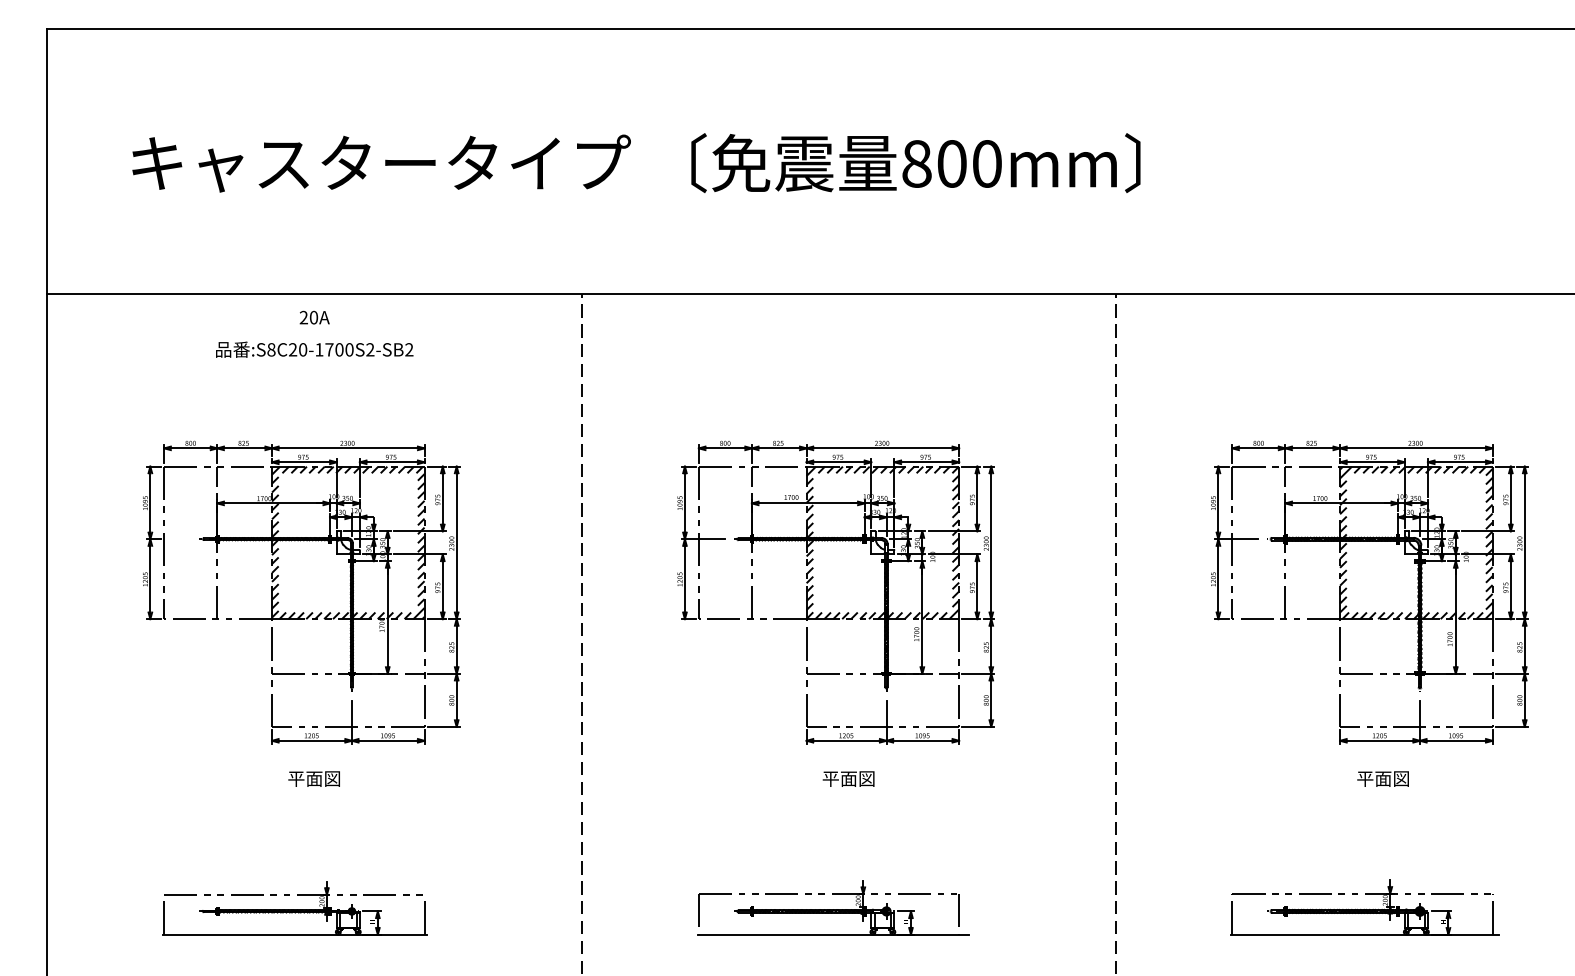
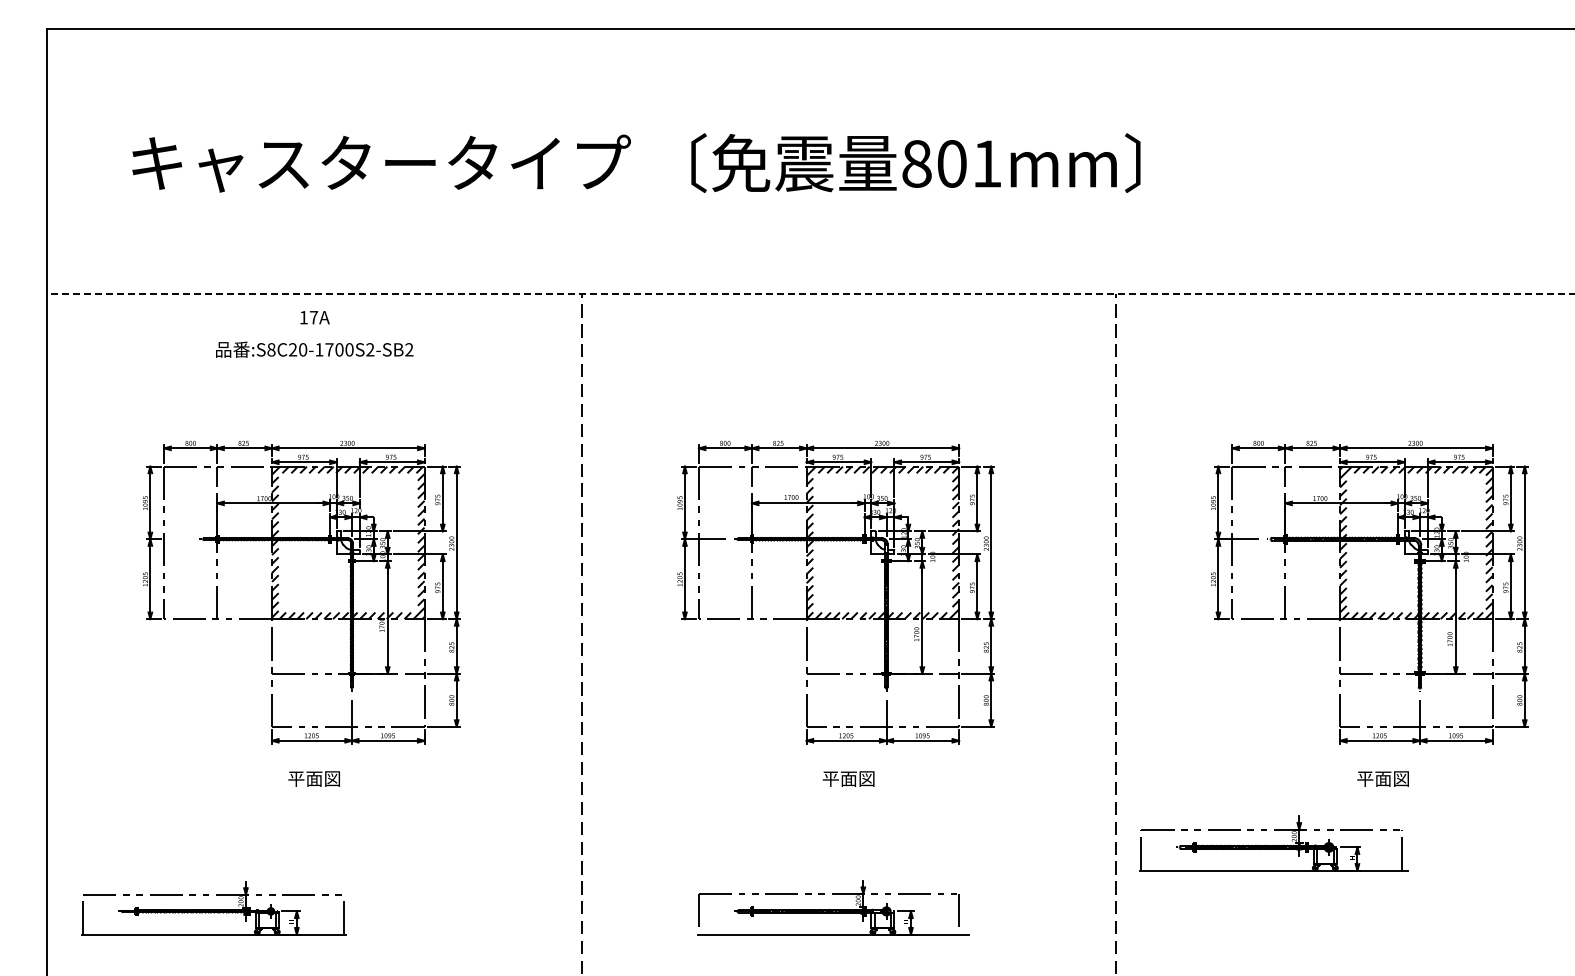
text at (987, 163): 800mm -> 801mm
line at (811, 294): solid -> dashed
text at (308, 317): 20A -> 17A
part at (1364, 907) position: (1364, 907) -> (1273, 843)
part at (294, 908) position: (294, 908) -> (213, 908)
